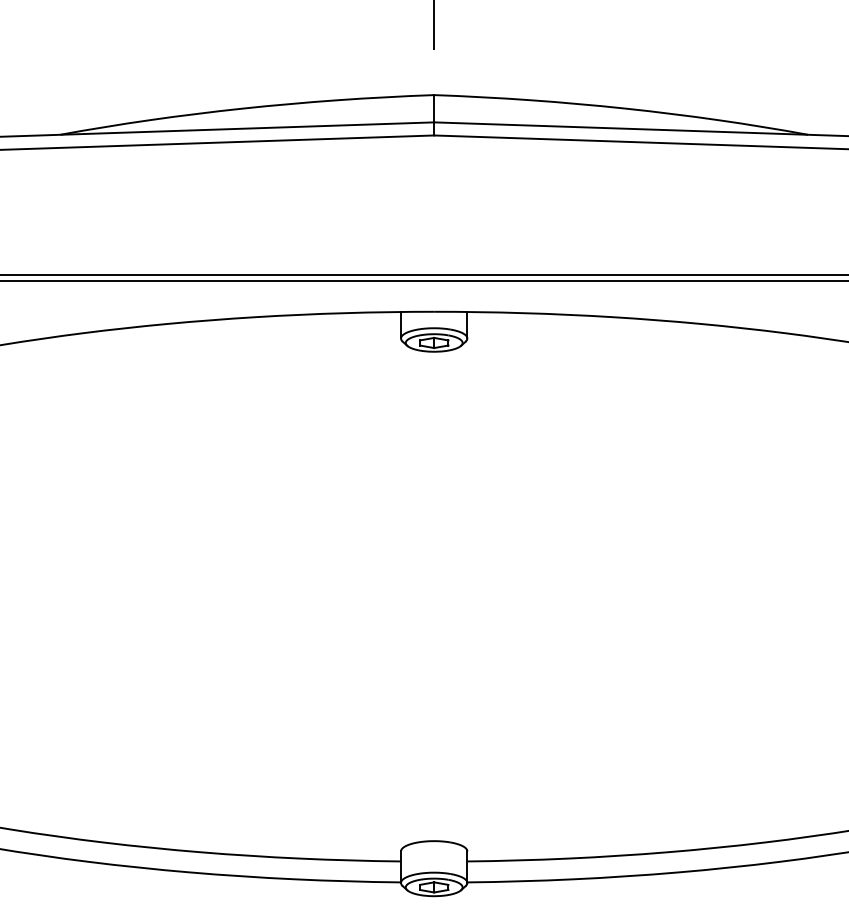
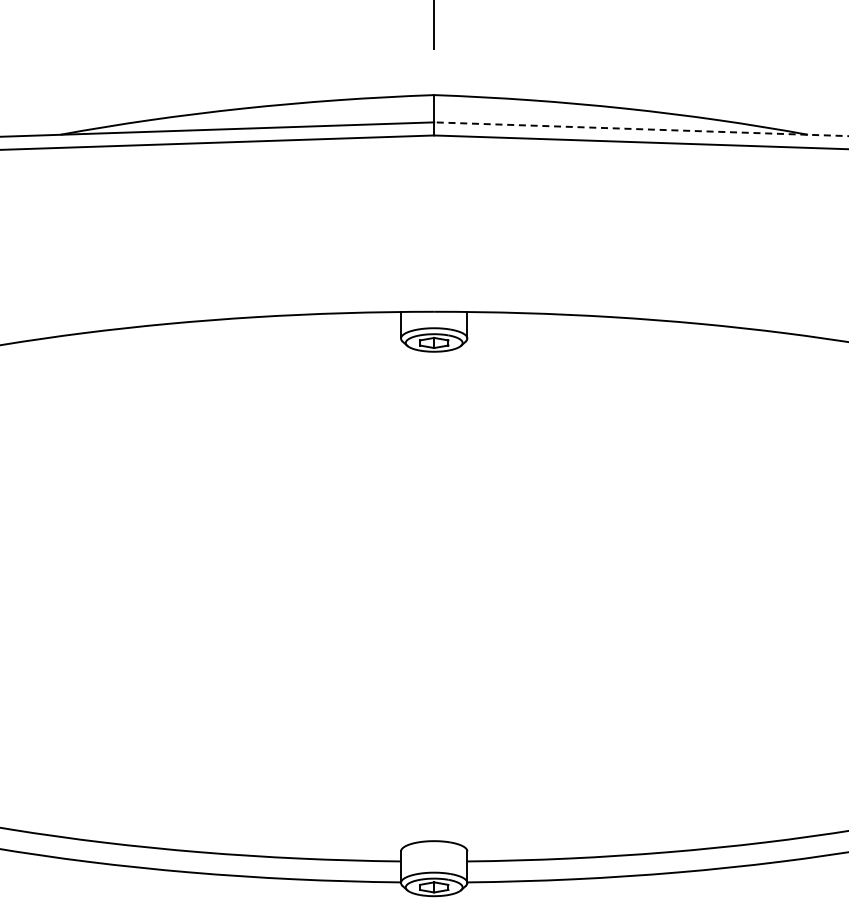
line at (640, 129): solid -> dashed
line at (423, 275): present -> none
line at (423, 281): present -> none
